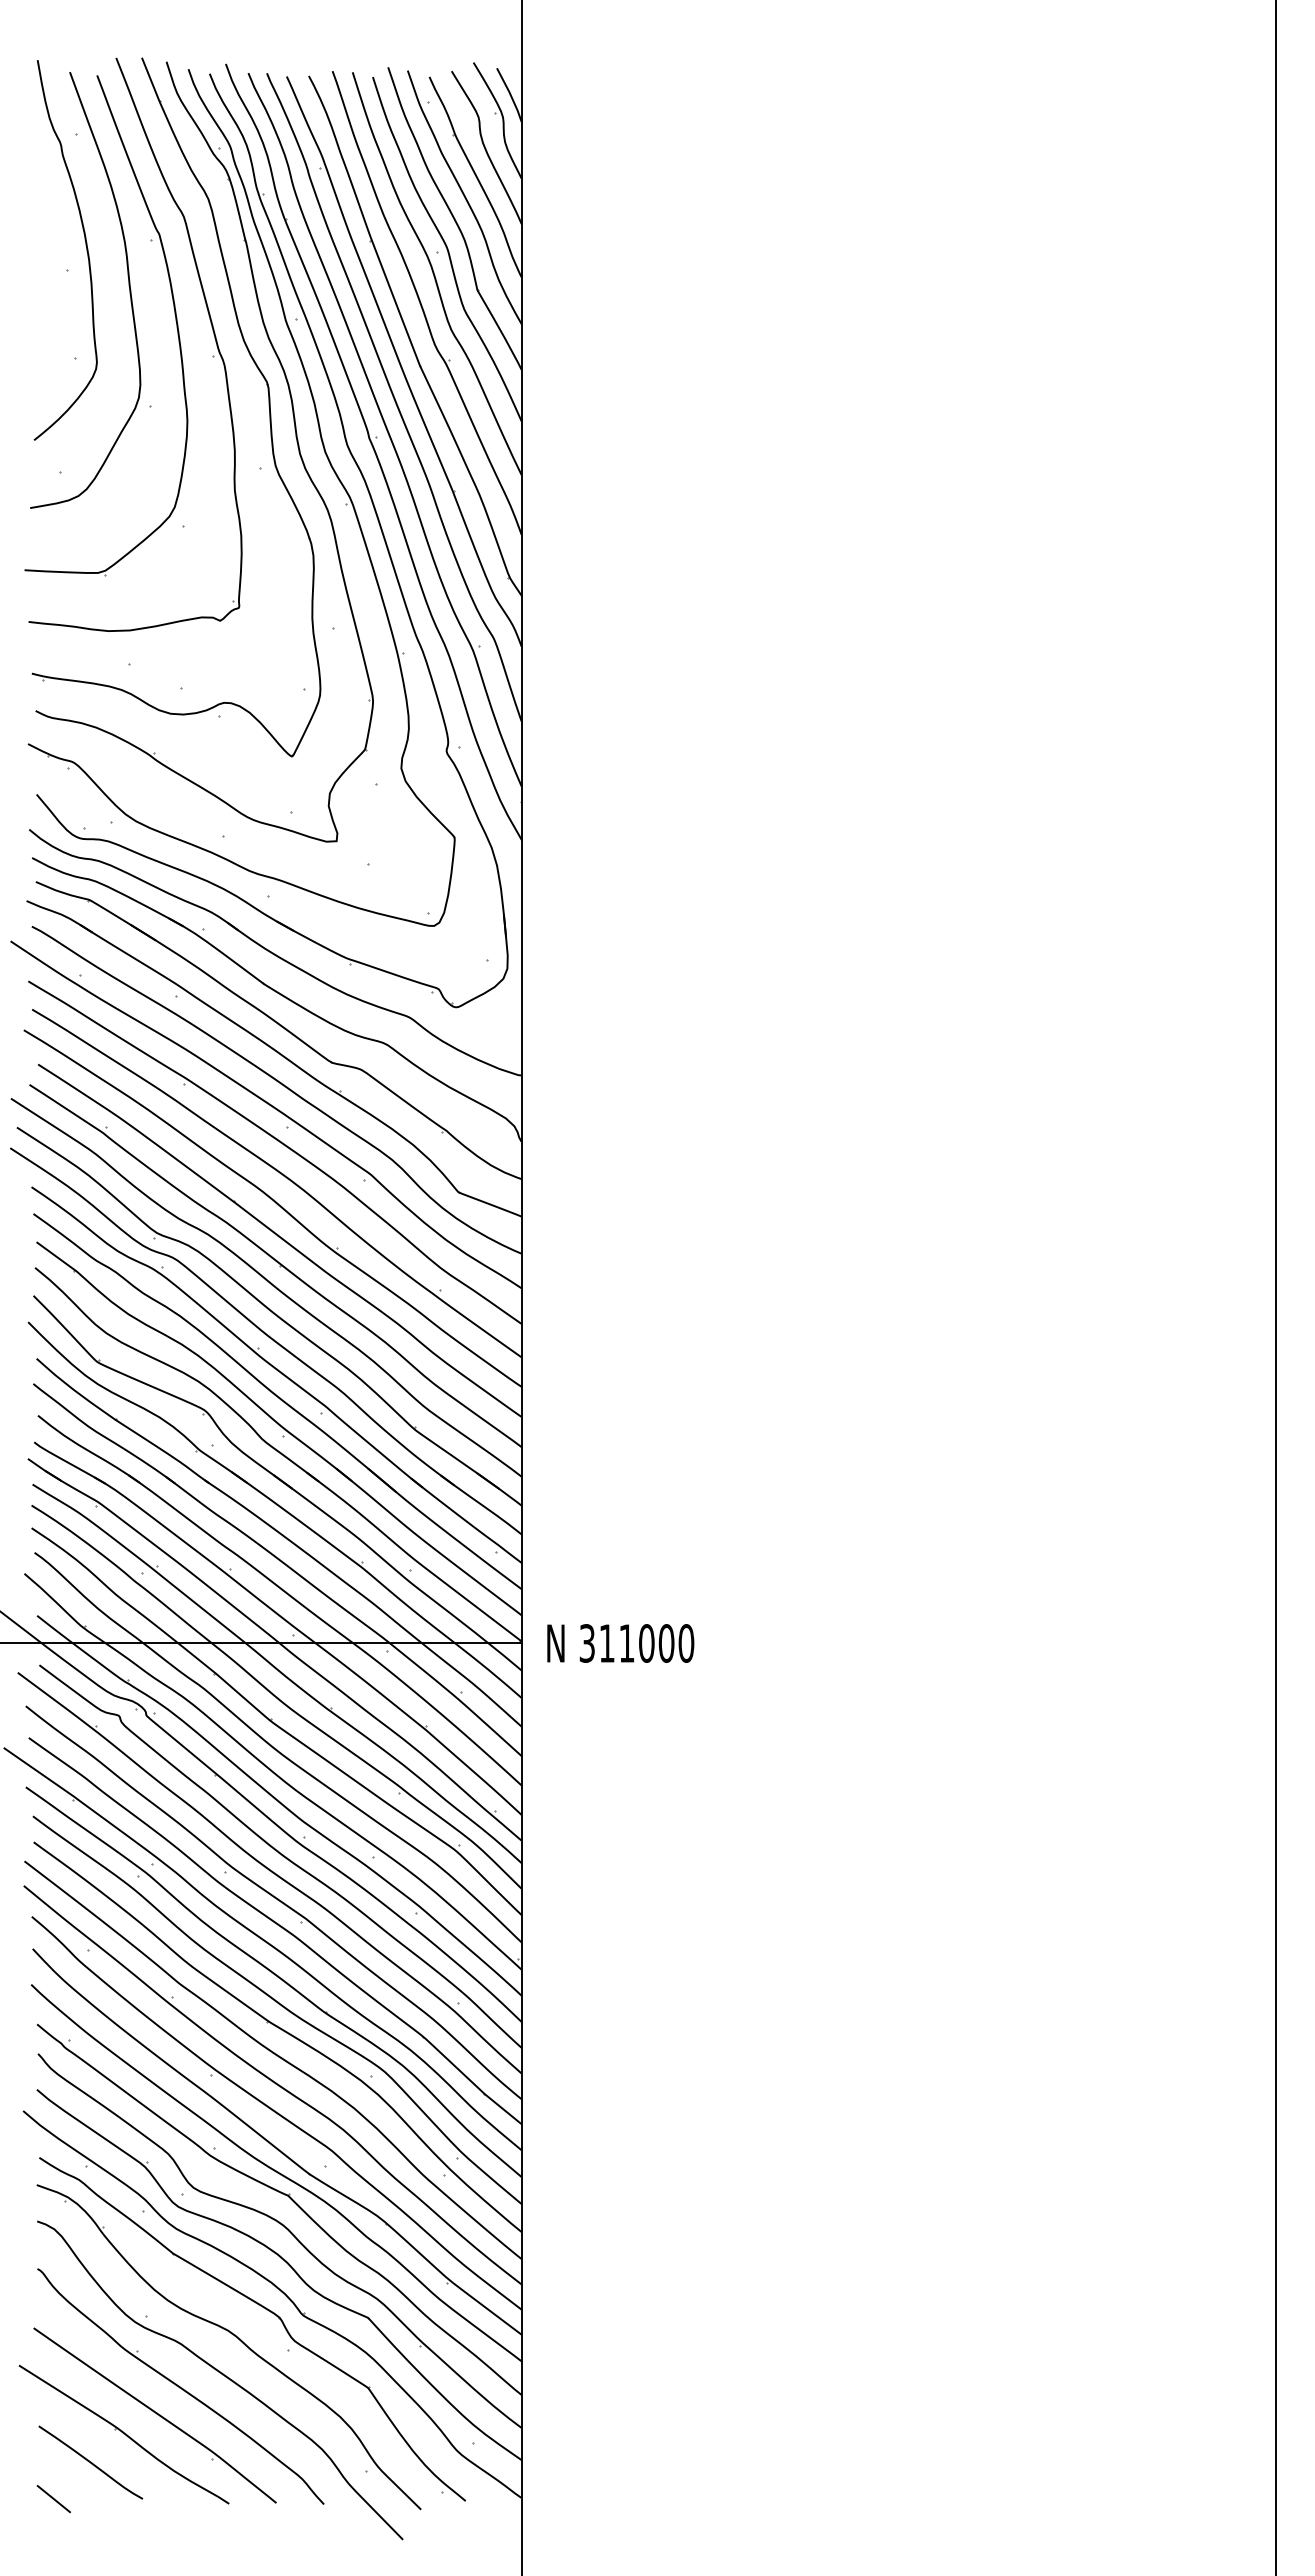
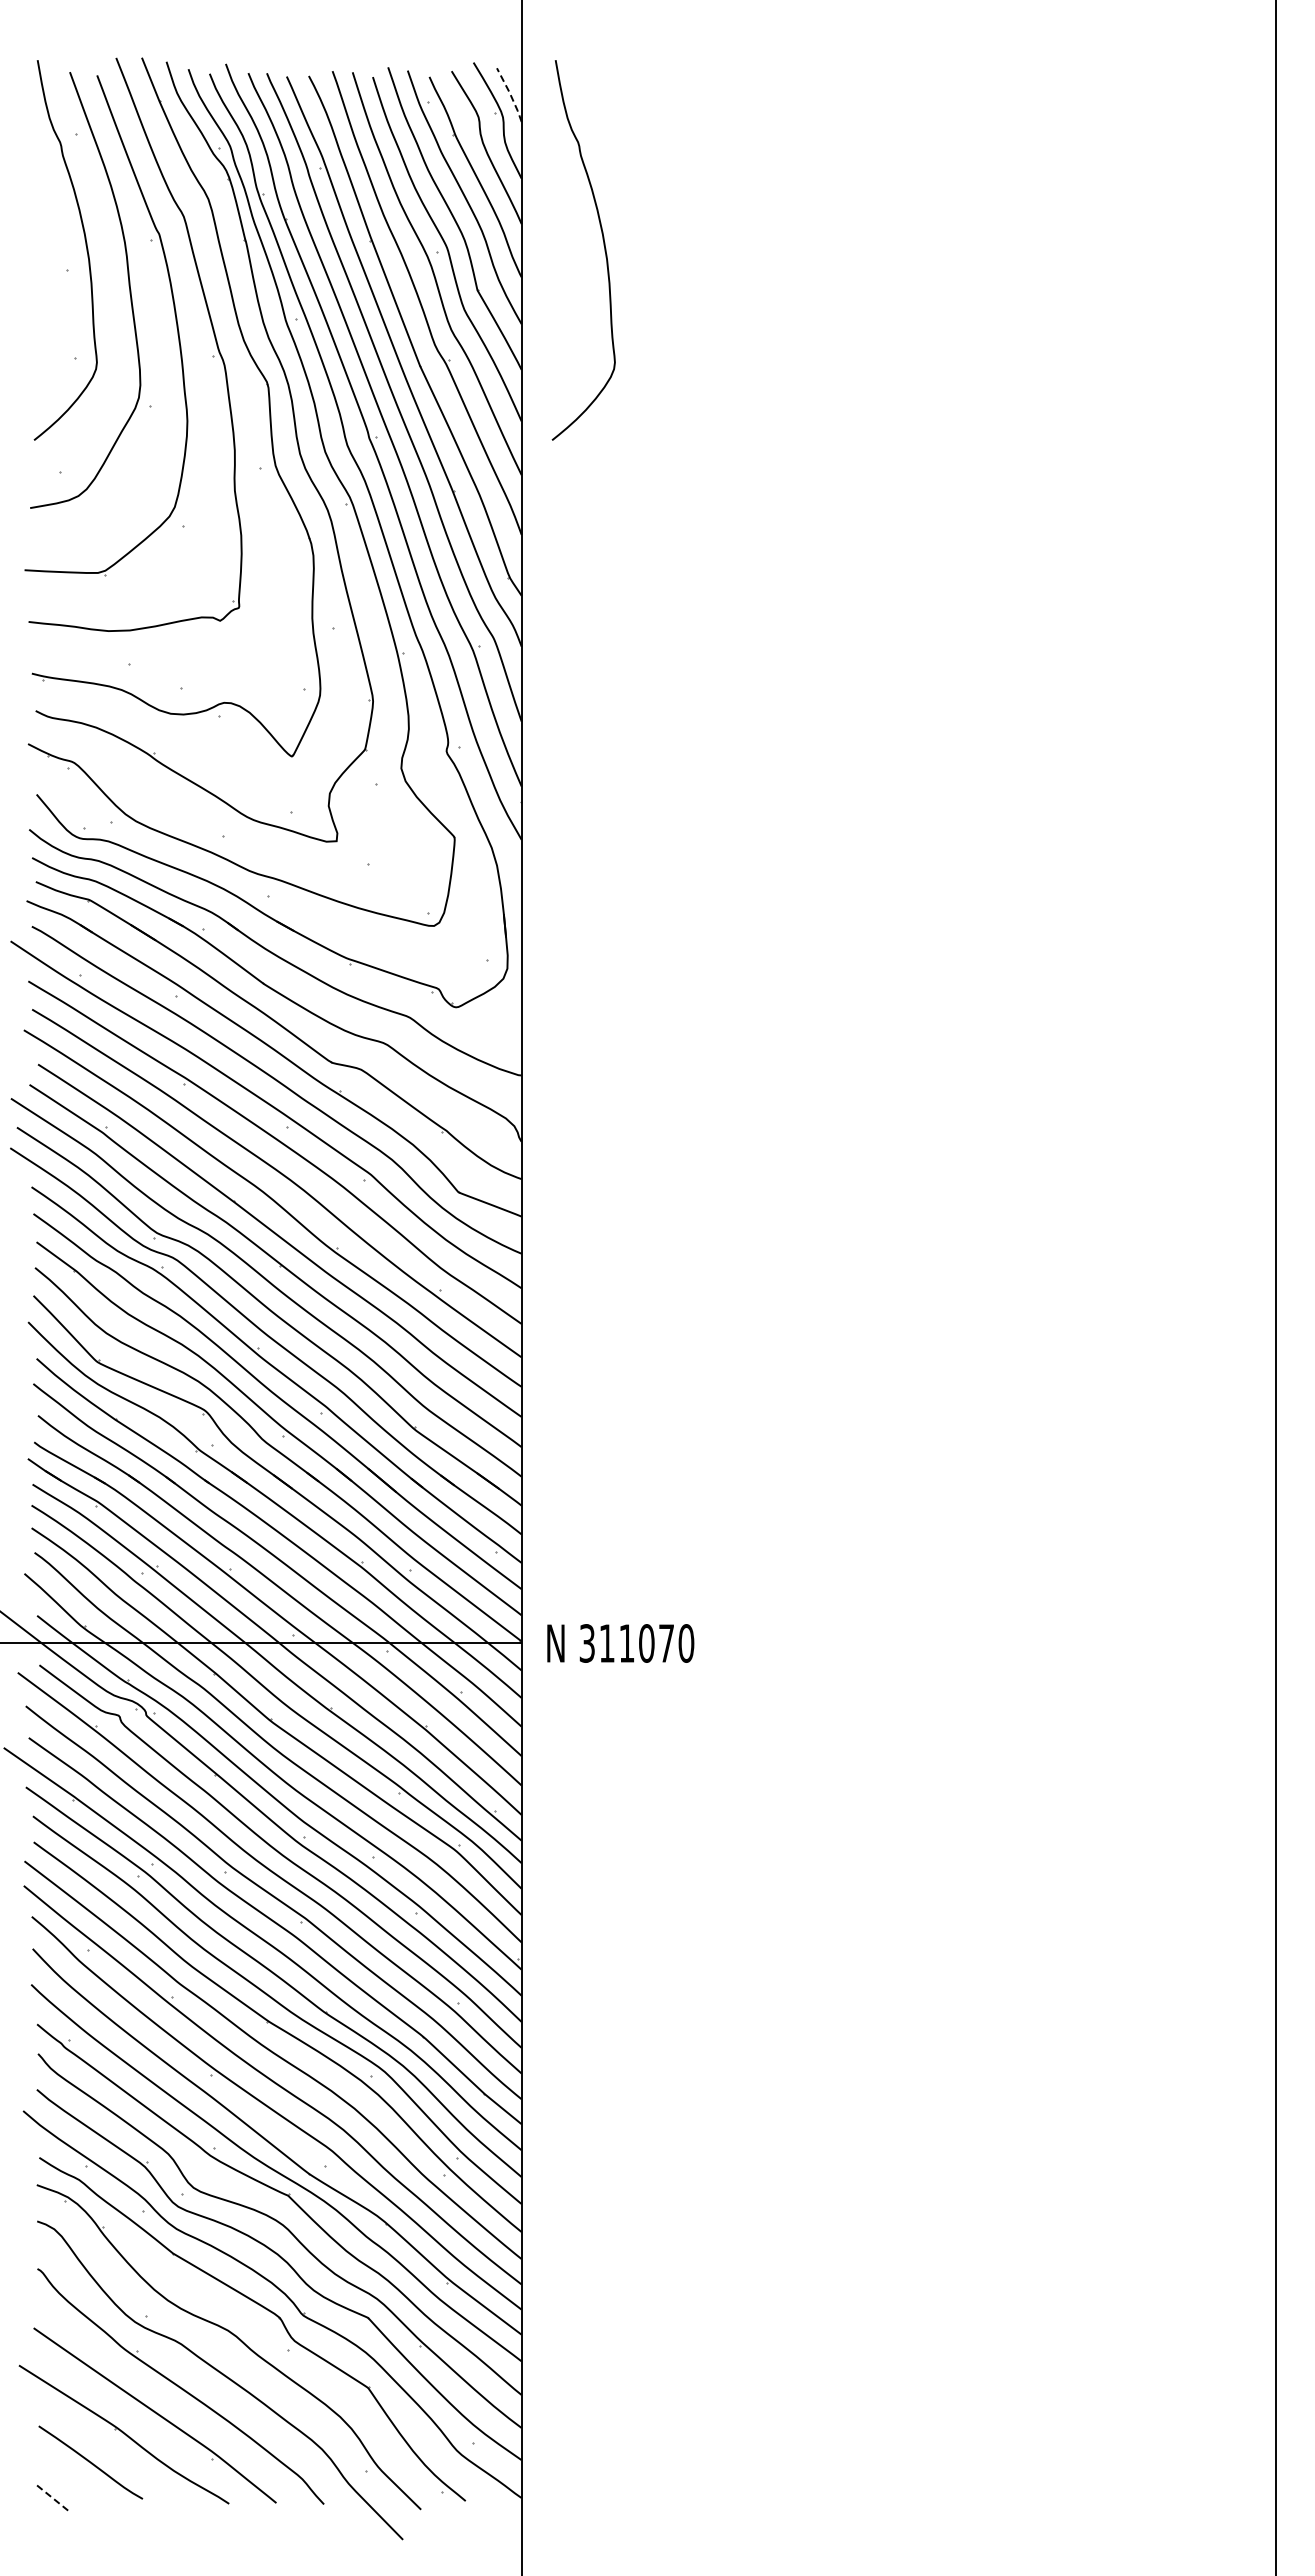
line at (510, 94): solid -> dashed
curve at (603, 245): none -> present
text at (666, 1643): 311000 -> 311070
line at (53, 2499): solid -> dashed
